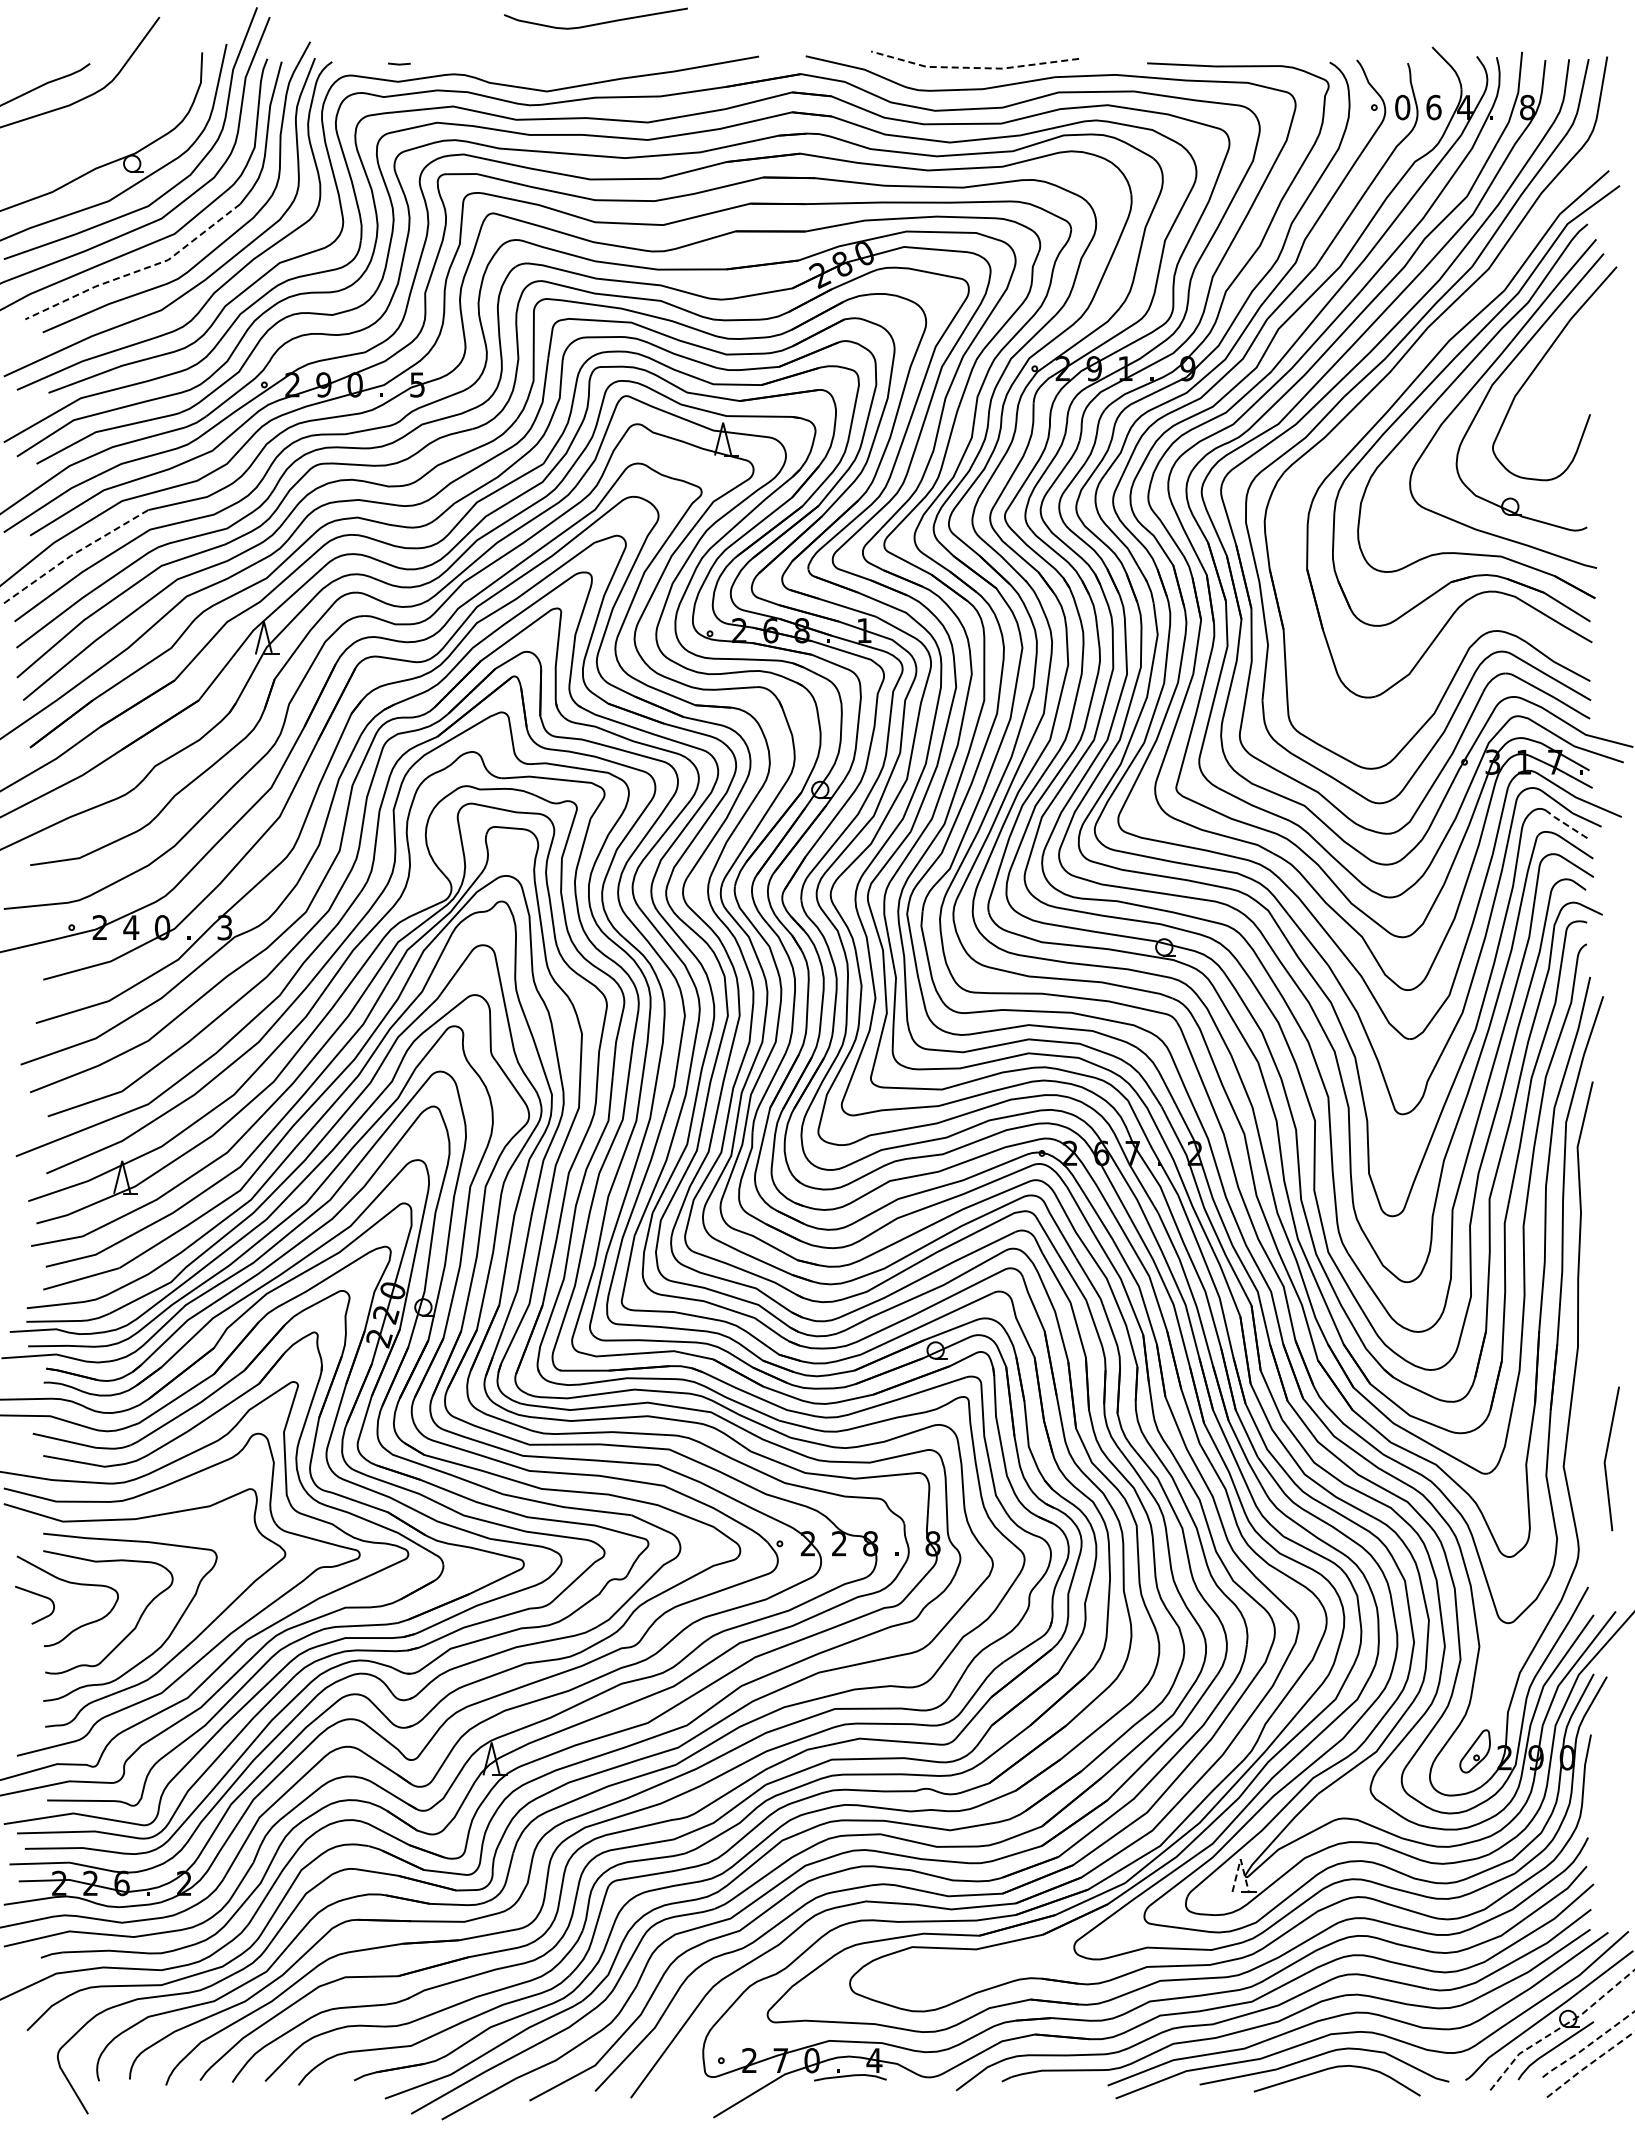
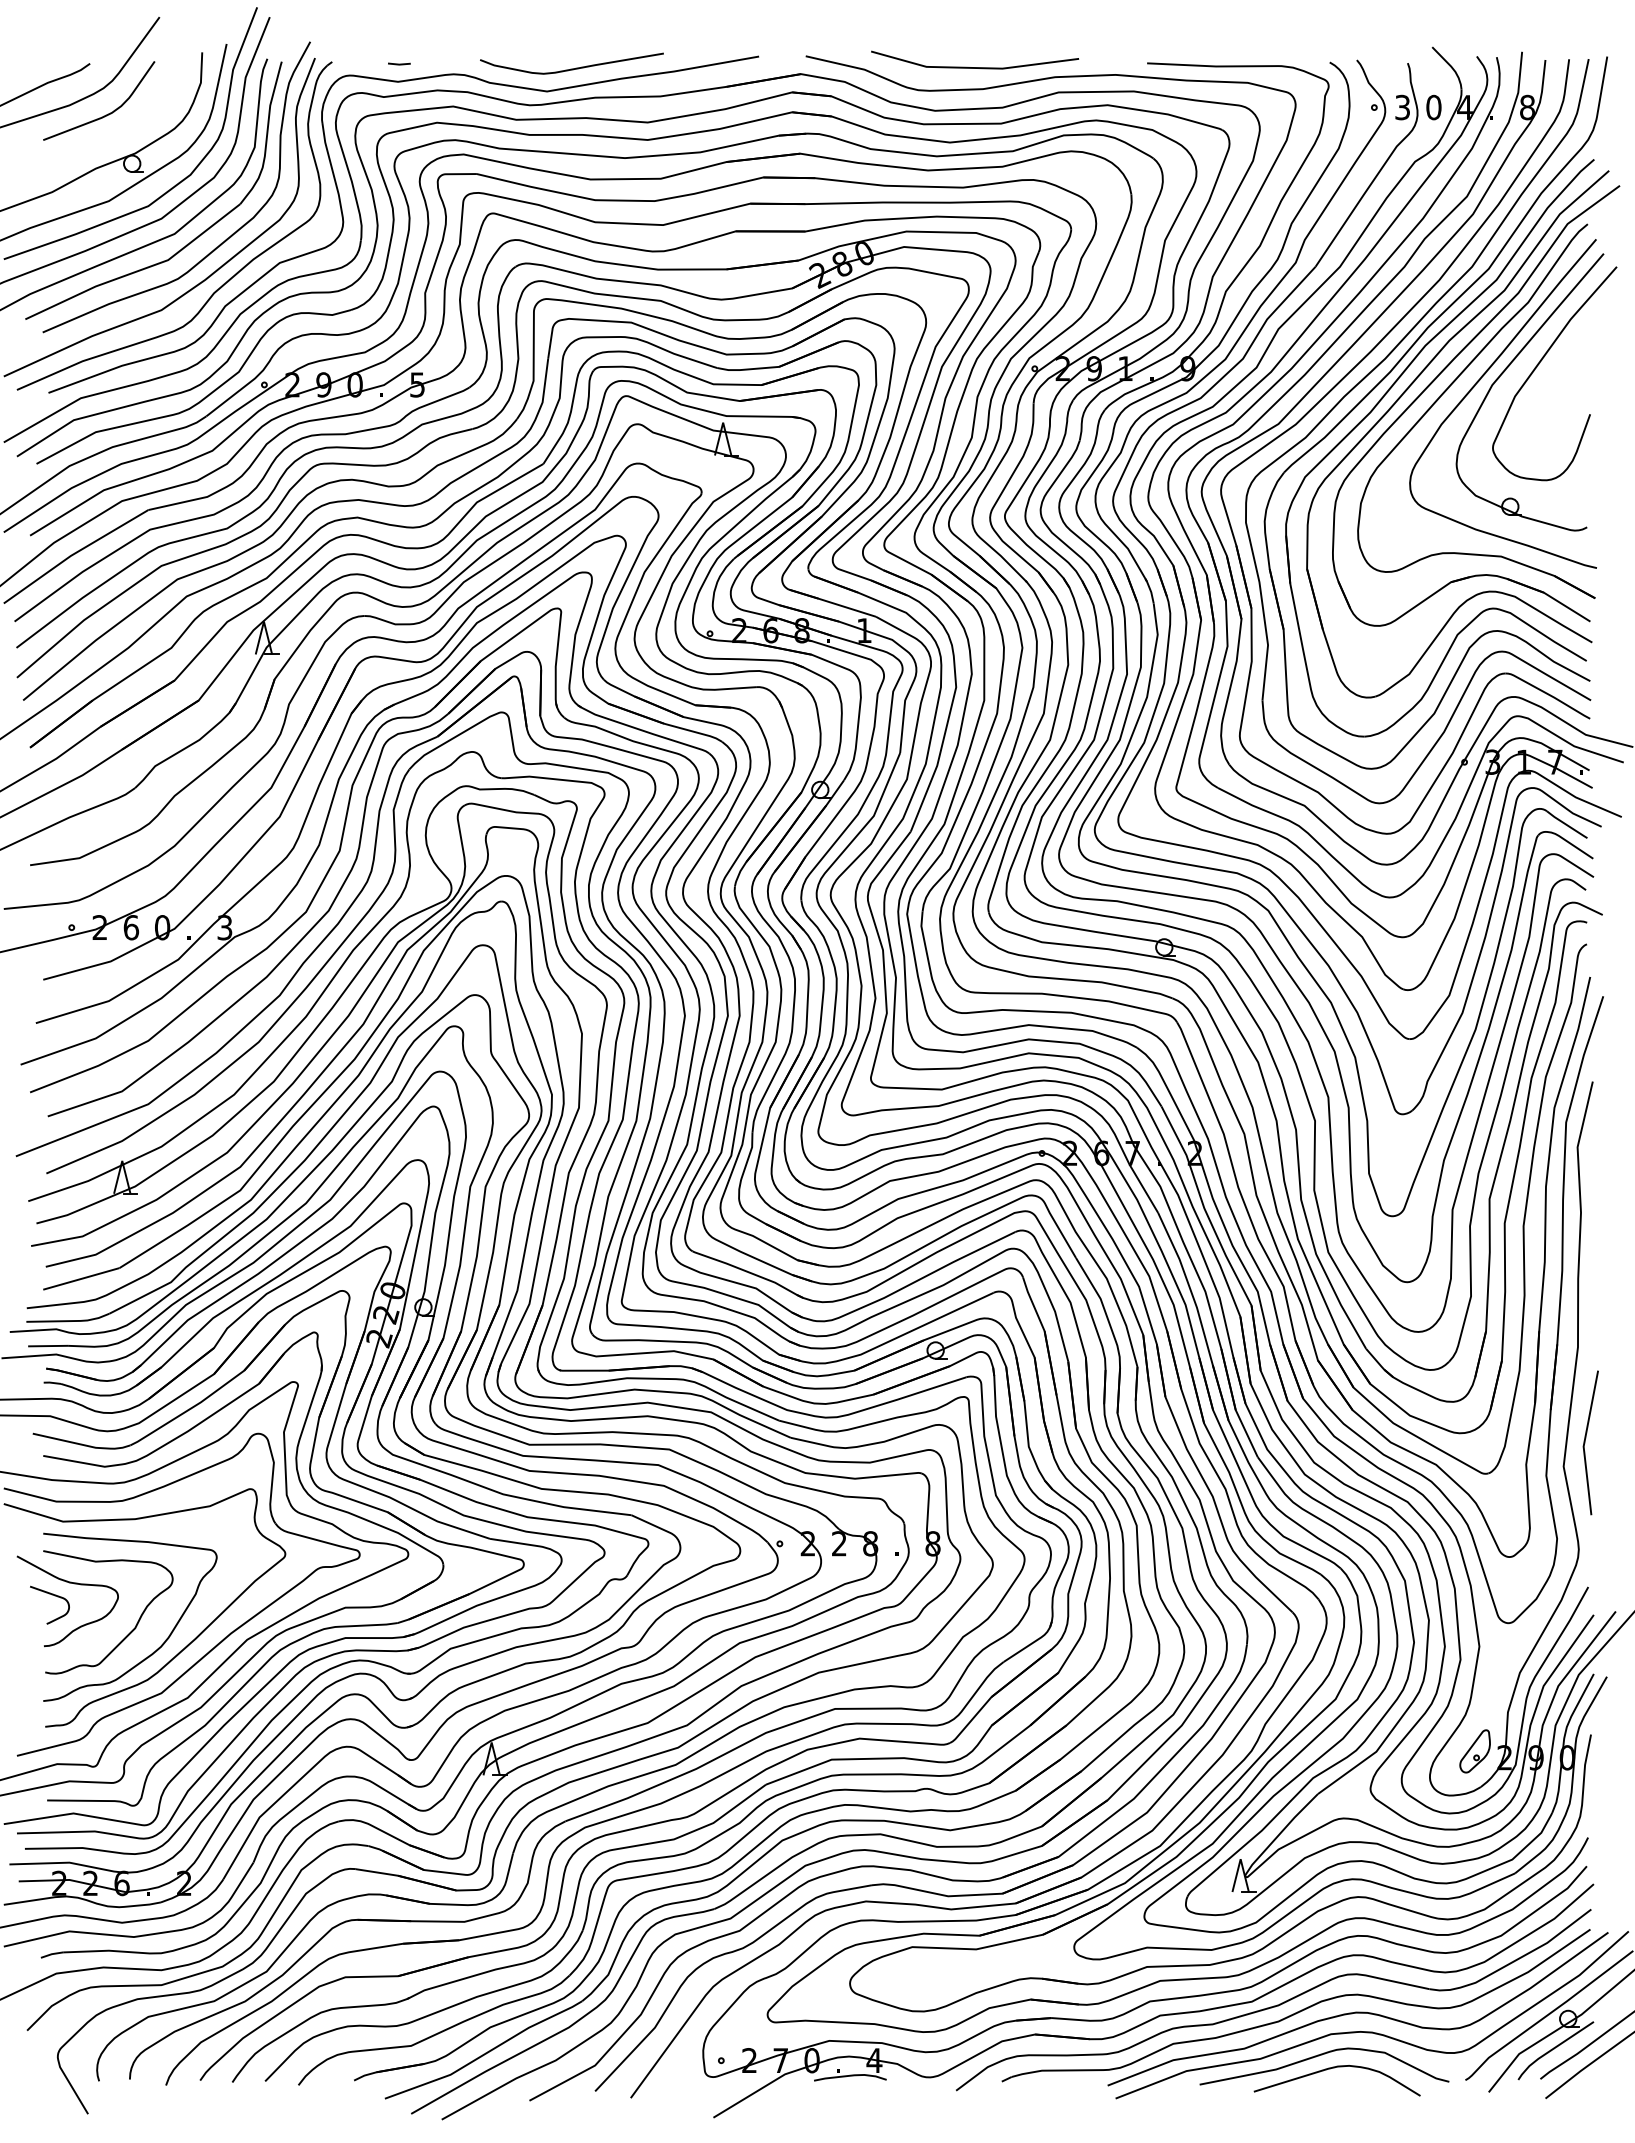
curve at (595, 23) position: (595, 23) -> (571, 68)
line at (973, 67): dashed -> solid
text at (1433, 106): 6 -> 0
text at (1402, 107): 0 -> 3
curve at (106, 114): none -> present
line at (138, 270): dashed -> solid
part at (1379, 403): none -> present
line at (73, 554): dashed -> solid
line at (1566, 824): dashed -> solid
text at (131, 927): 4 -> 6
line at (1606, 1458) position: (1606, 1458) -> (1585, 1442)
curve at (39, 1596) position: (39, 1596) -> (54, 1596)
line at (1240, 1859): dashed -> solid
line at (1558, 2028): dashed -> solid
line at (1586, 2046): dashed -> solid
line at (1588, 2065): dashed -> solid
